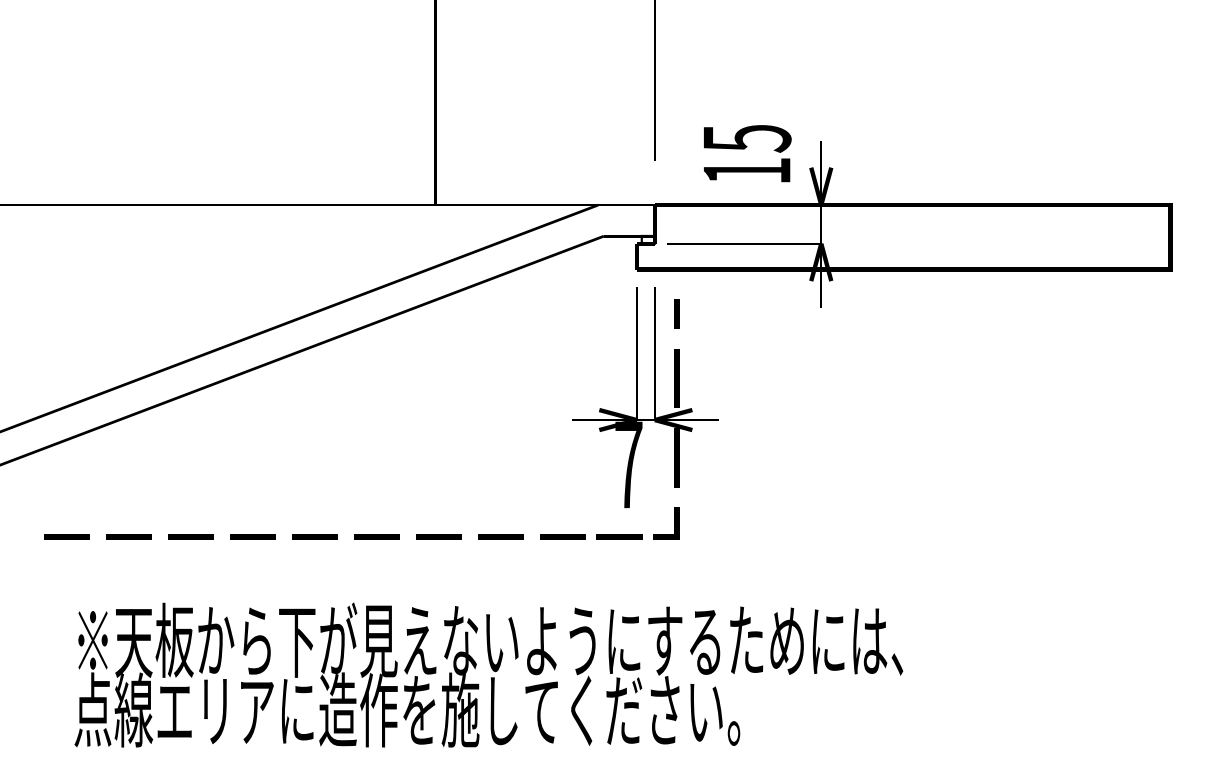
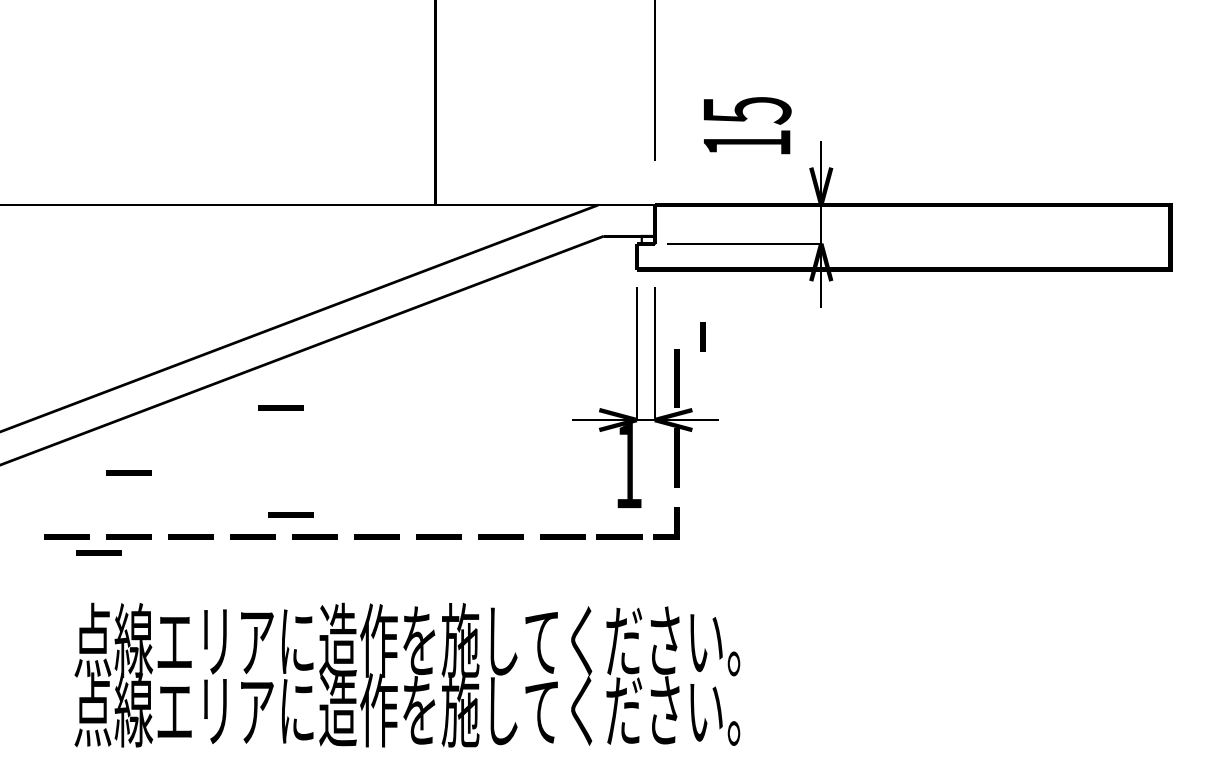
text at (747, 153) position: (747, 153) -> (747, 125)
line at (676, 313) position: (676, 313) -> (702, 336)
line at (280, 407): none -> present
text at (628, 464): 7 -> 1
line at (128, 472): none -> present
line at (290, 514): none -> present
line at (98, 552): none -> present
text at (488, 639): ※天板から下が見えないようにするためには、 -> 点線エリアに造作を施してください。
